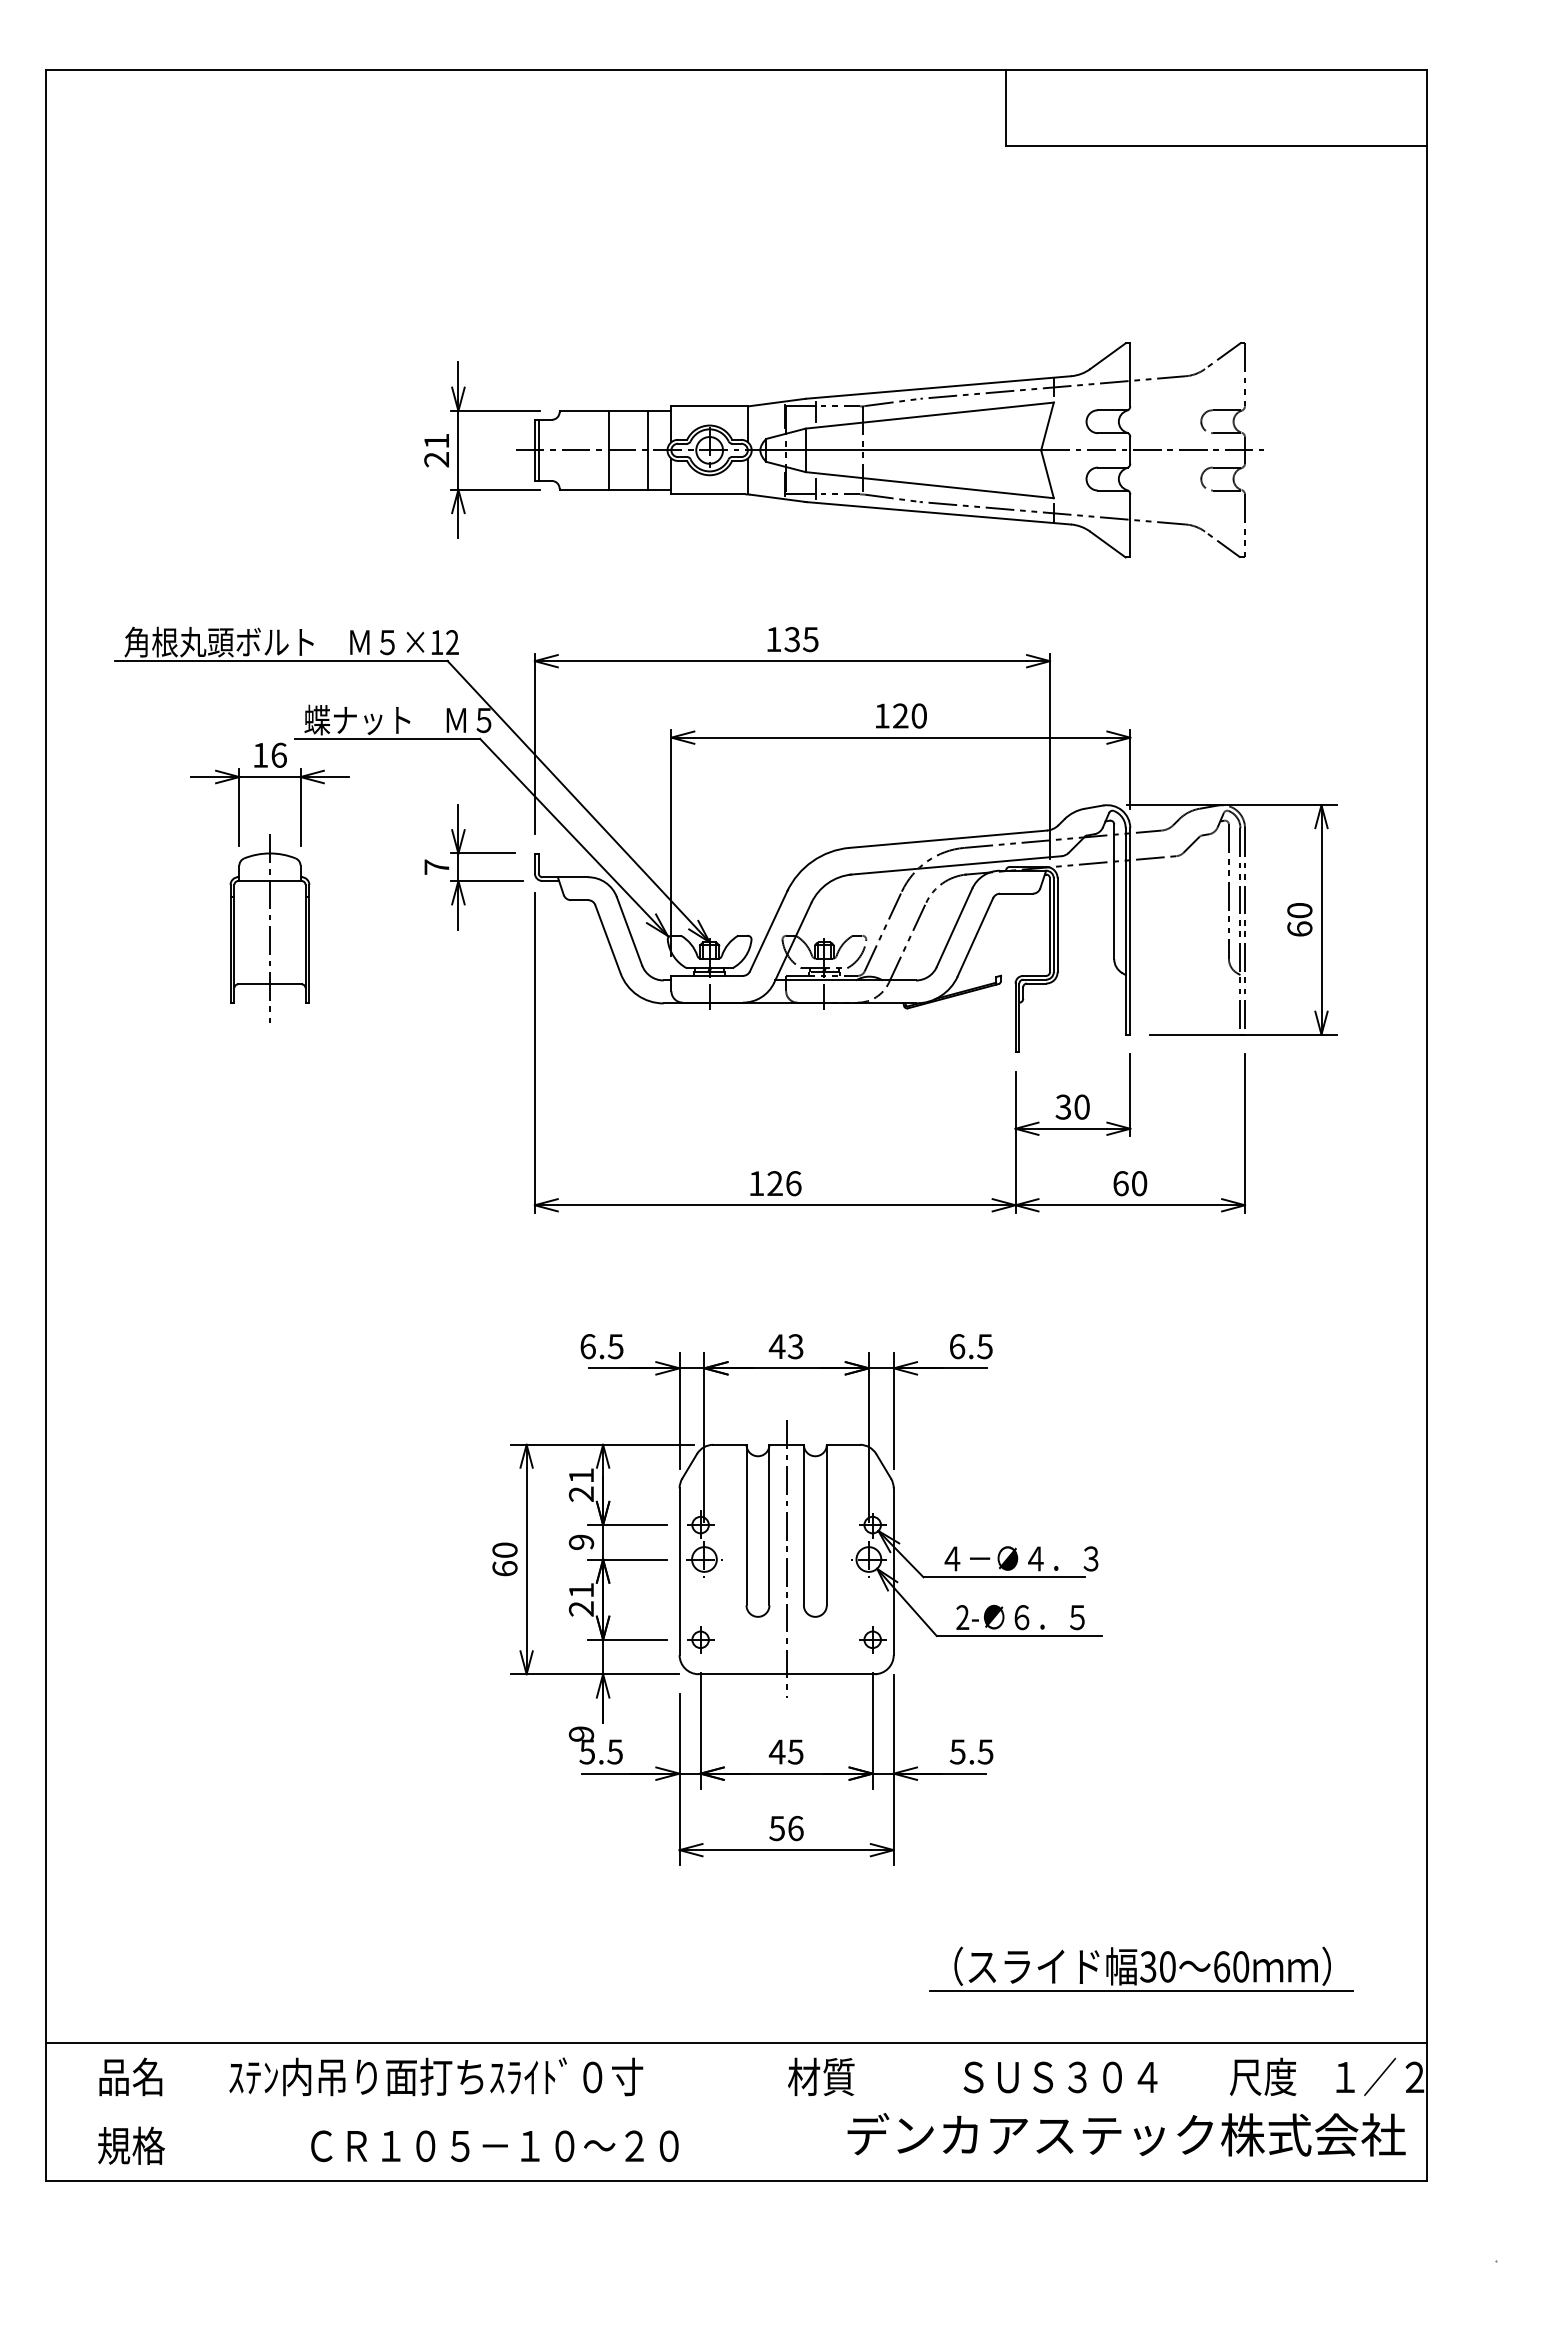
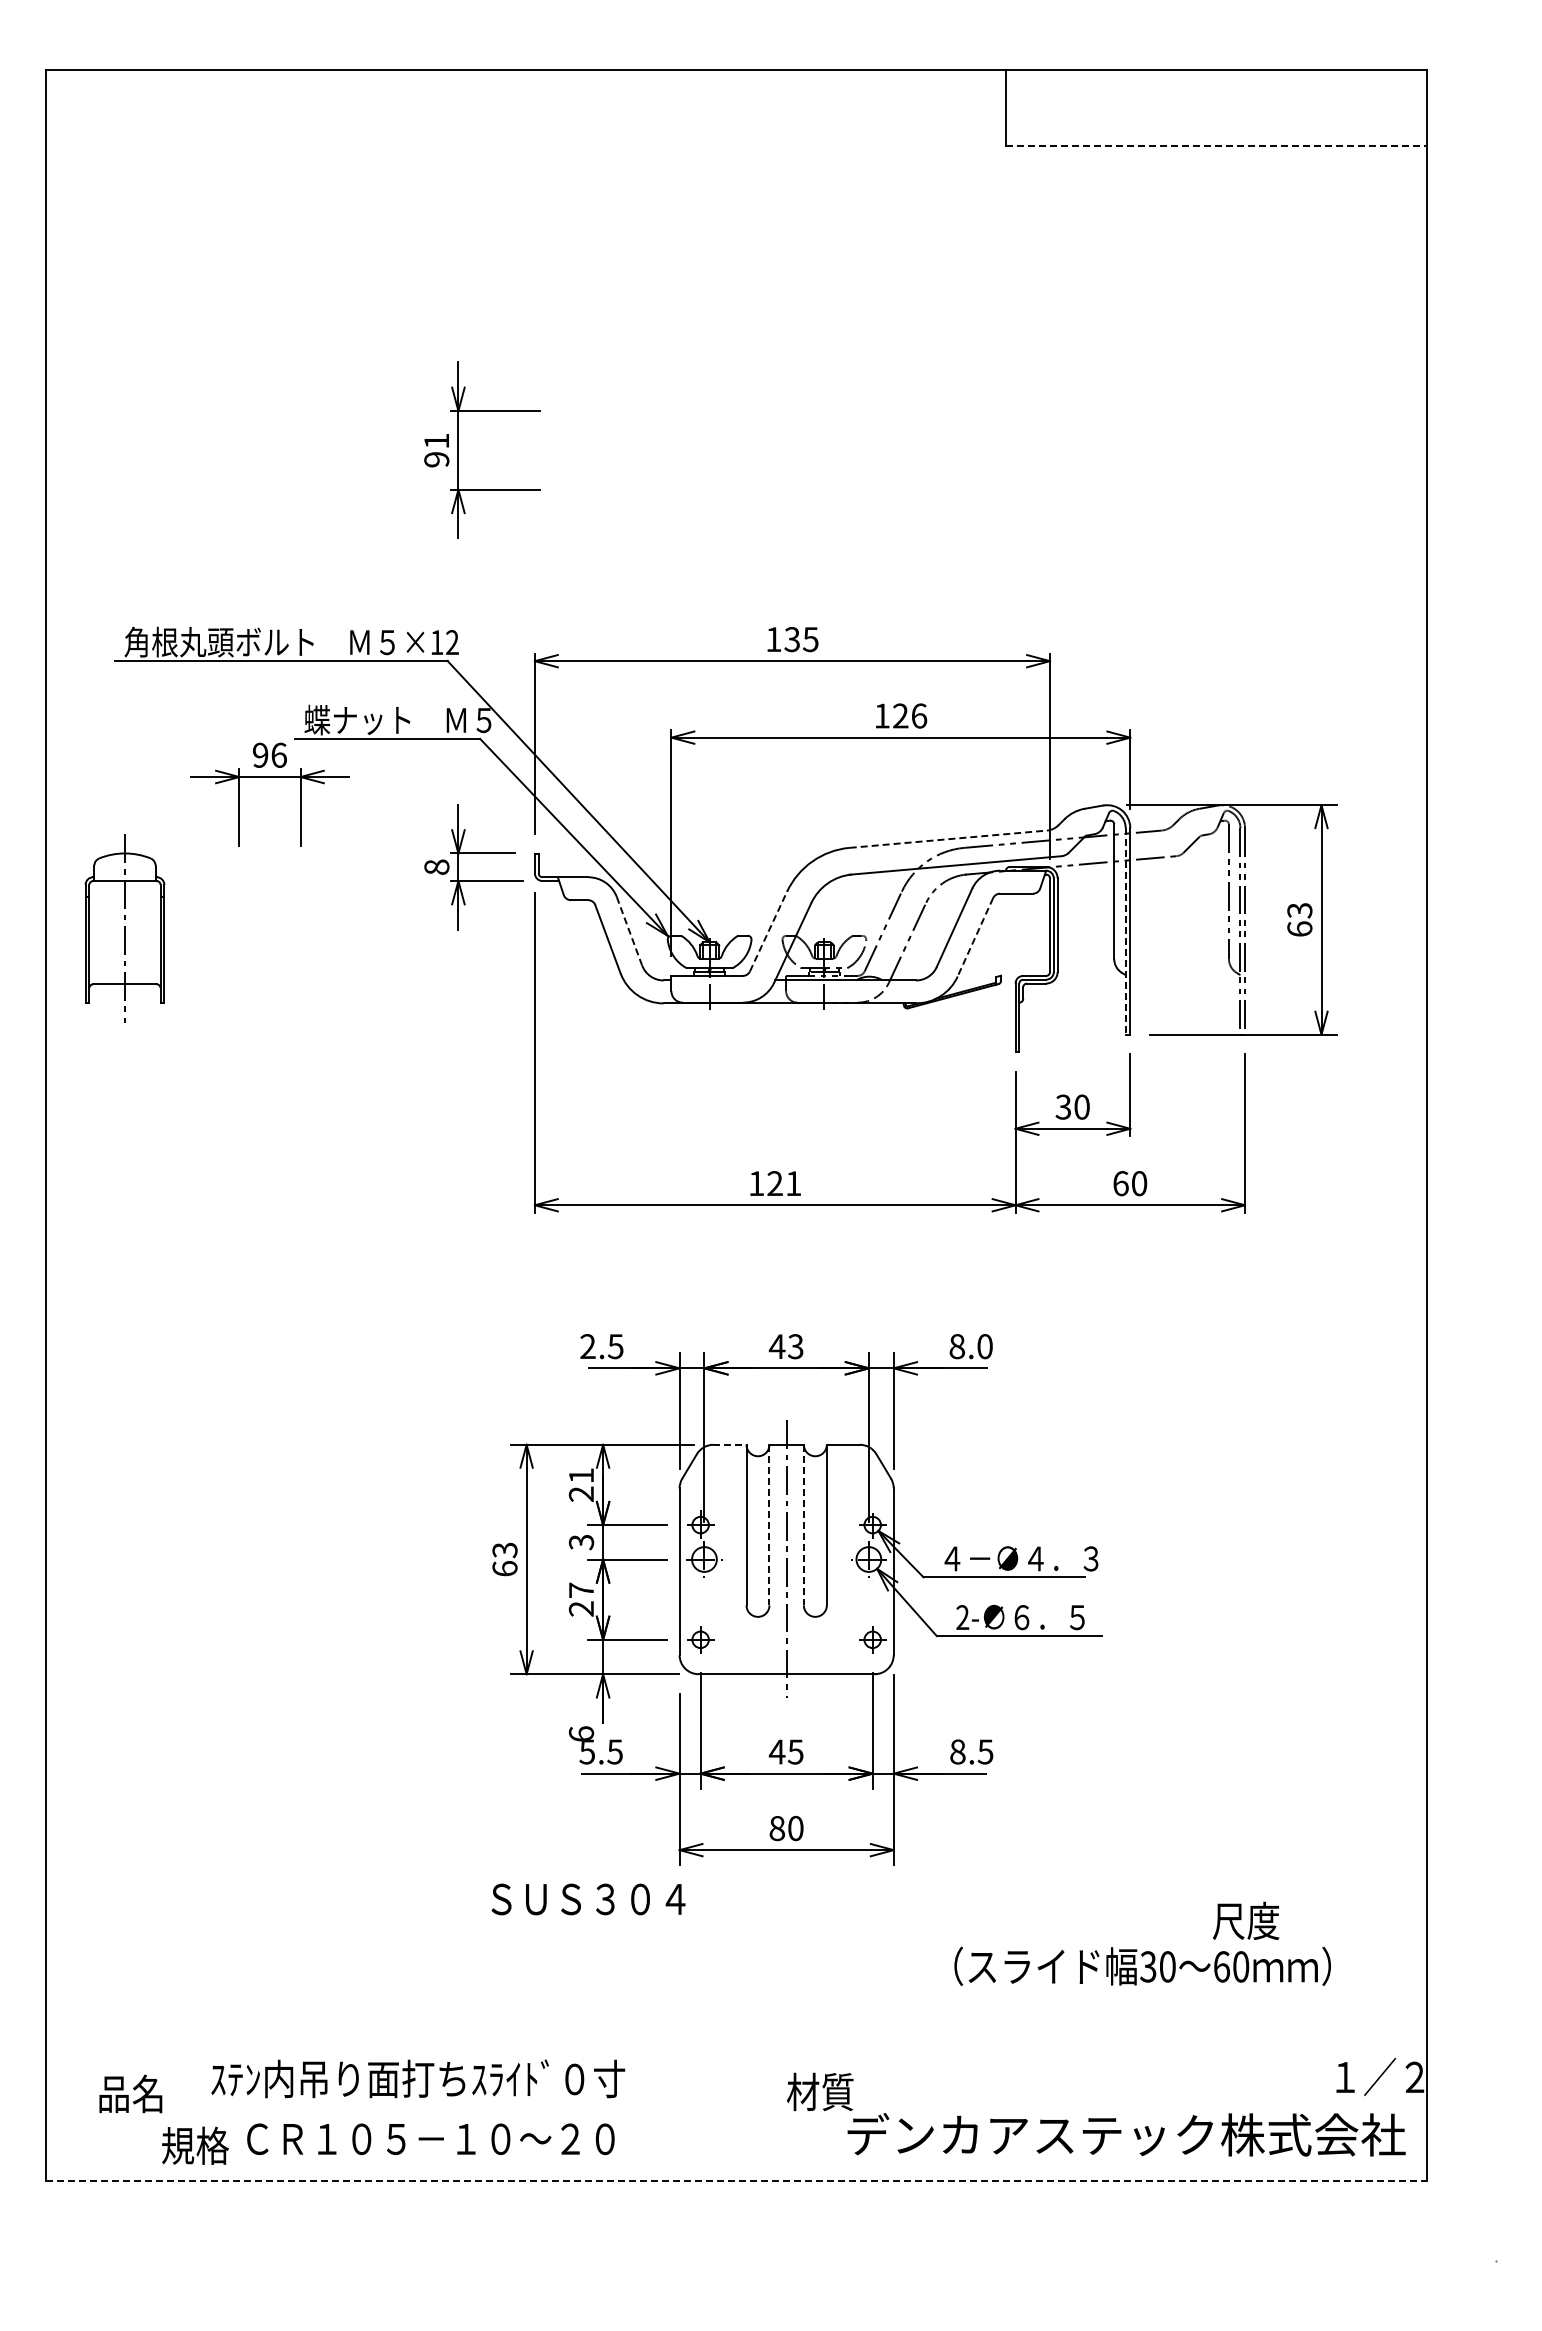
line at (1216, 146): solid -> dashed
part at (889, 450): present -> none
text at (436, 459): 21 -> 91
text at (919, 715): 120 -> 126
text at (260, 754): 16 -> 96
line at (948, 839): solid -> dashed
text at (436, 866): 7 -> 8
text at (1299, 910): 60 -> 63
part at (269, 928) position: (269, 928) -> (124, 928)
line at (629, 930): solid -> dashed
line at (769, 930): solid -> dashed
line at (1125, 931): solid -> dashed
line at (975, 937): solid -> dashed
text at (793, 1183): 126 -> 121
text at (587, 1346): 6.5 -> 2.5
text at (970, 1346): 6.5 -> 8.0
line at (729, 1444): solid -> dashed
line at (769, 1525): solid -> dashed
line at (803, 1525): solid -> dashed
text at (581, 1542): 9 -> 3
text at (504, 1550): 60 -> 63
text at (581, 1589): 21 -> 27
text at (581, 1733): 9 -> 6
text at (957, 1751): 5.5 -> 8.5
text at (786, 1828): 56 -> 80
line at (1140, 1991): present -> none
line at (736, 2043): present -> none
text at (130, 2076) position: (130, 2076) -> (130, 2093)
text at (436, 2076) position: (436, 2076) -> (418, 2078)
text at (821, 2076) position: (821, 2076) -> (820, 2091)
text at (1263, 2076) position: (1263, 2076) -> (1246, 1920)
text at (1060, 2077) position: (1060, 2077) -> (588, 1899)
text at (131, 2145) position: (131, 2145) -> (195, 2145)
text at (494, 2146) position: (494, 2146) -> (430, 2139)
line at (737, 2180): solid -> dashed
